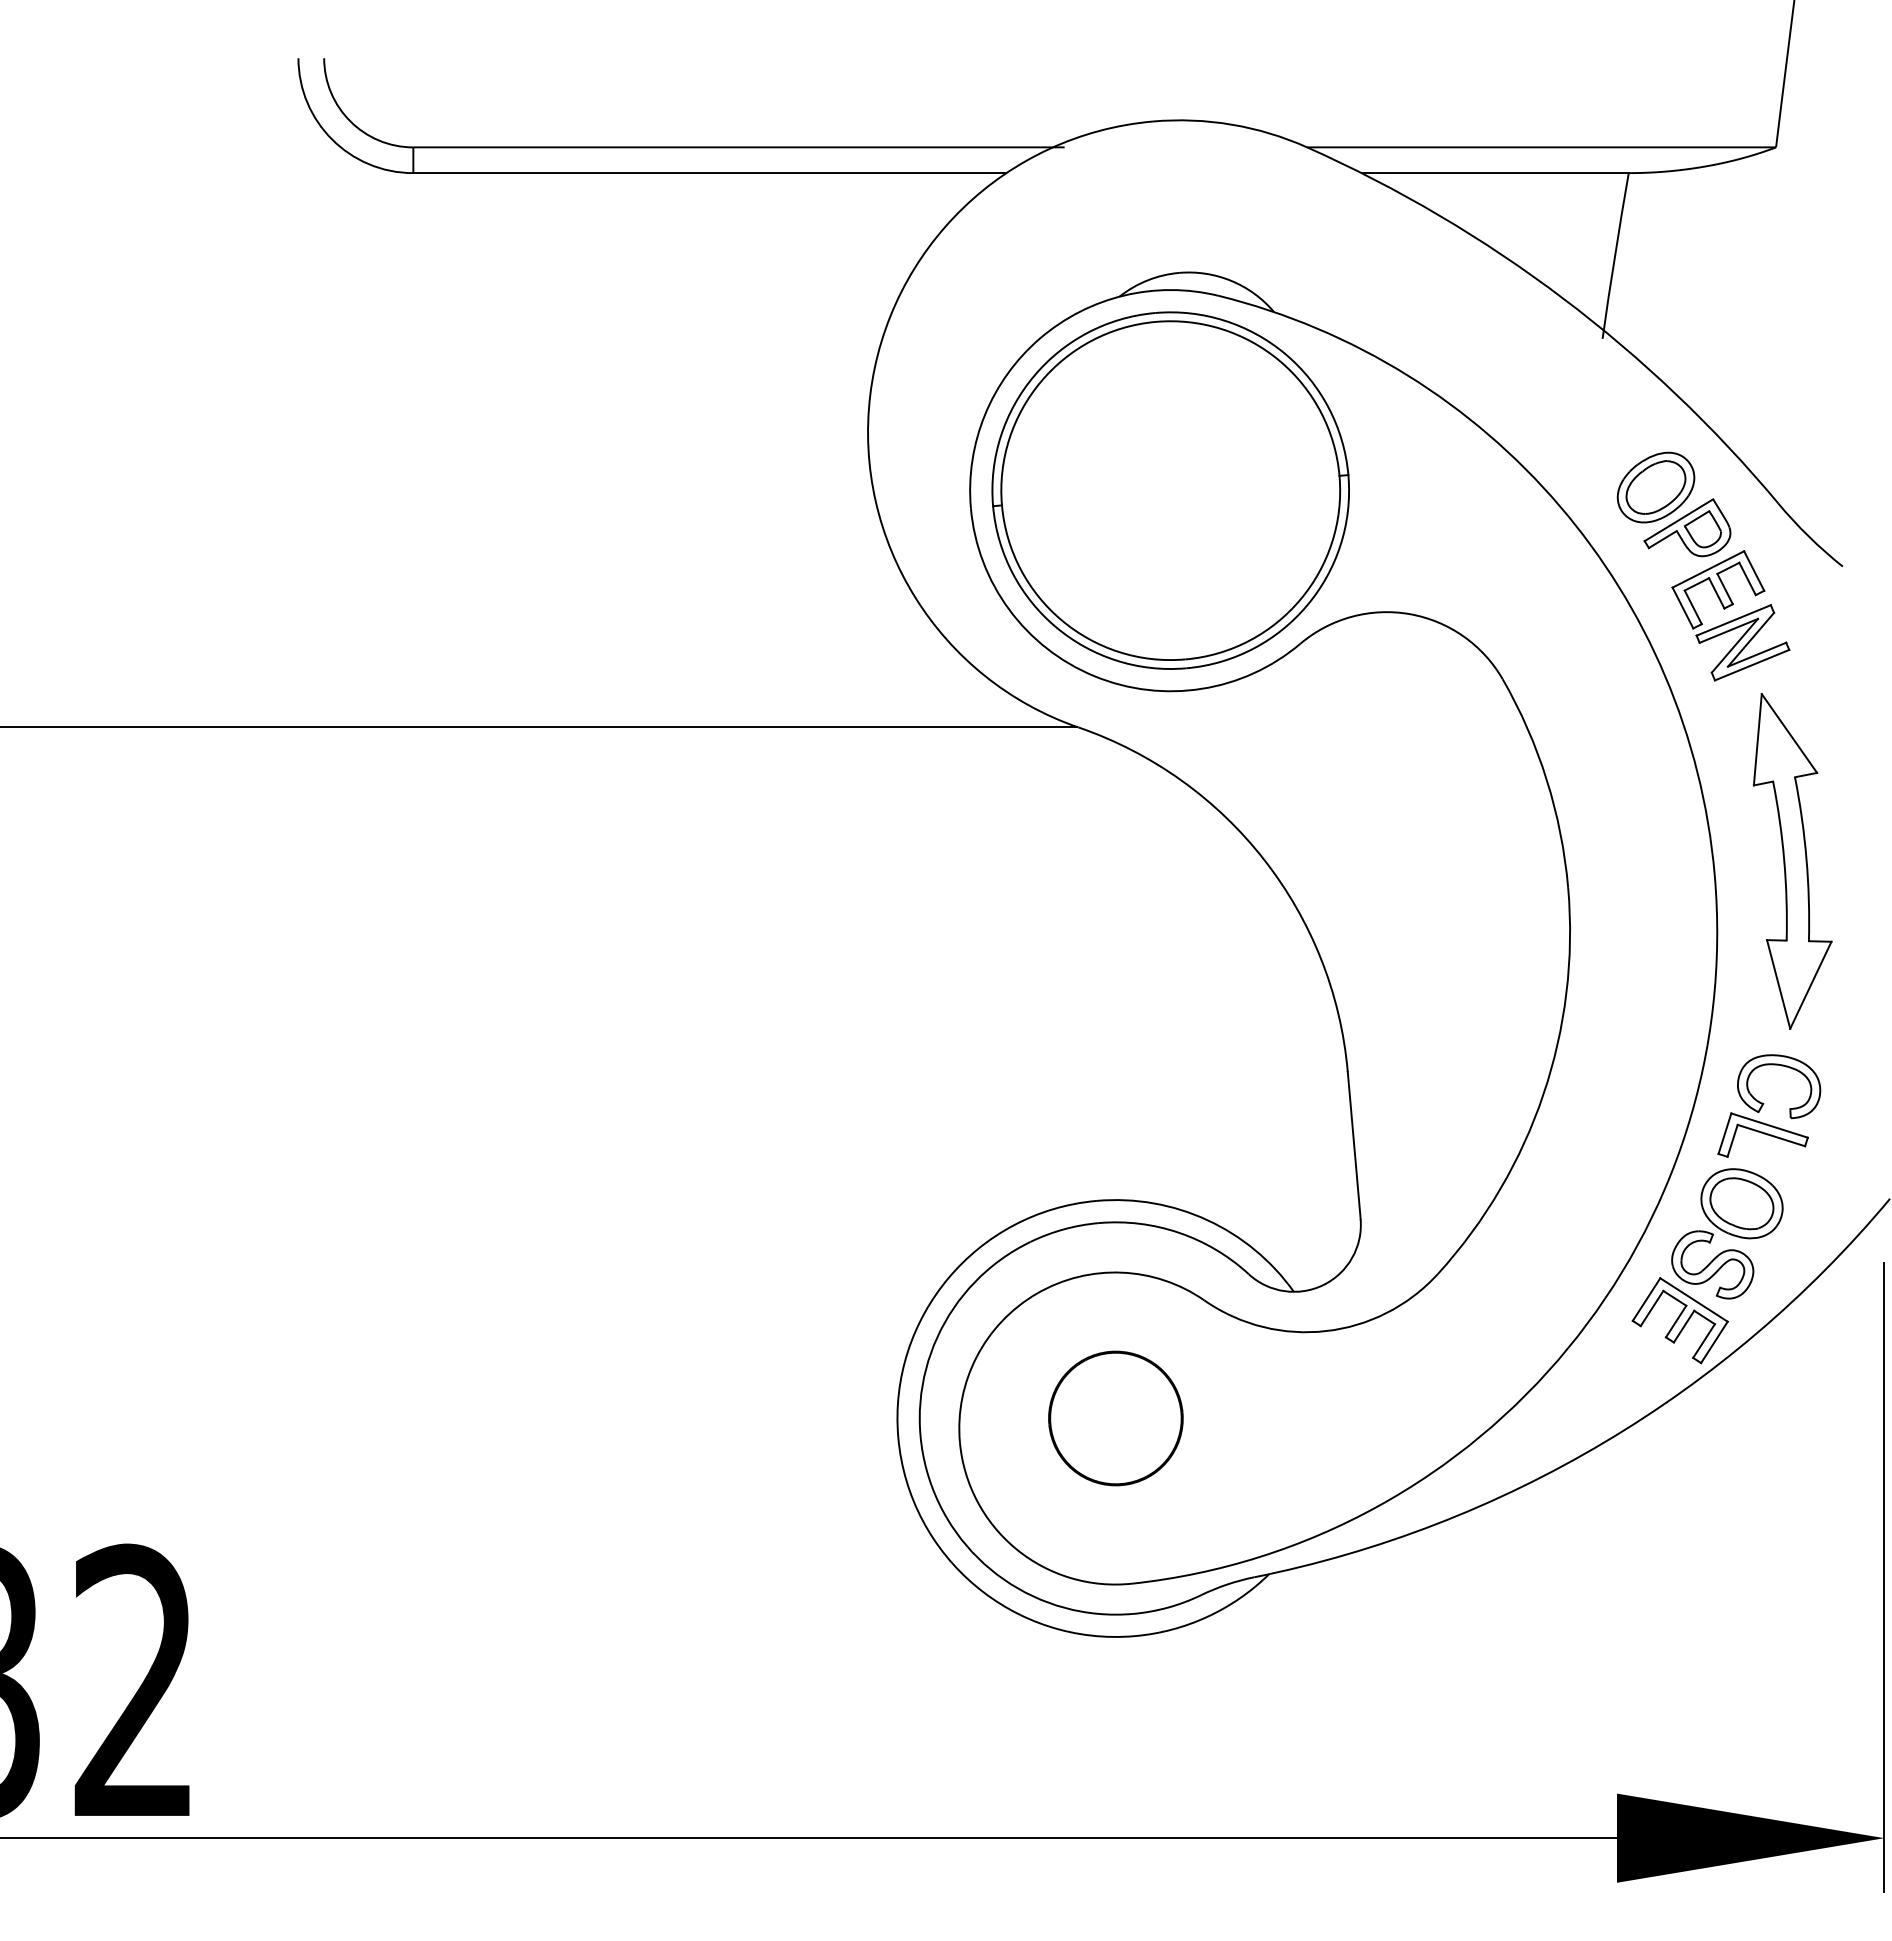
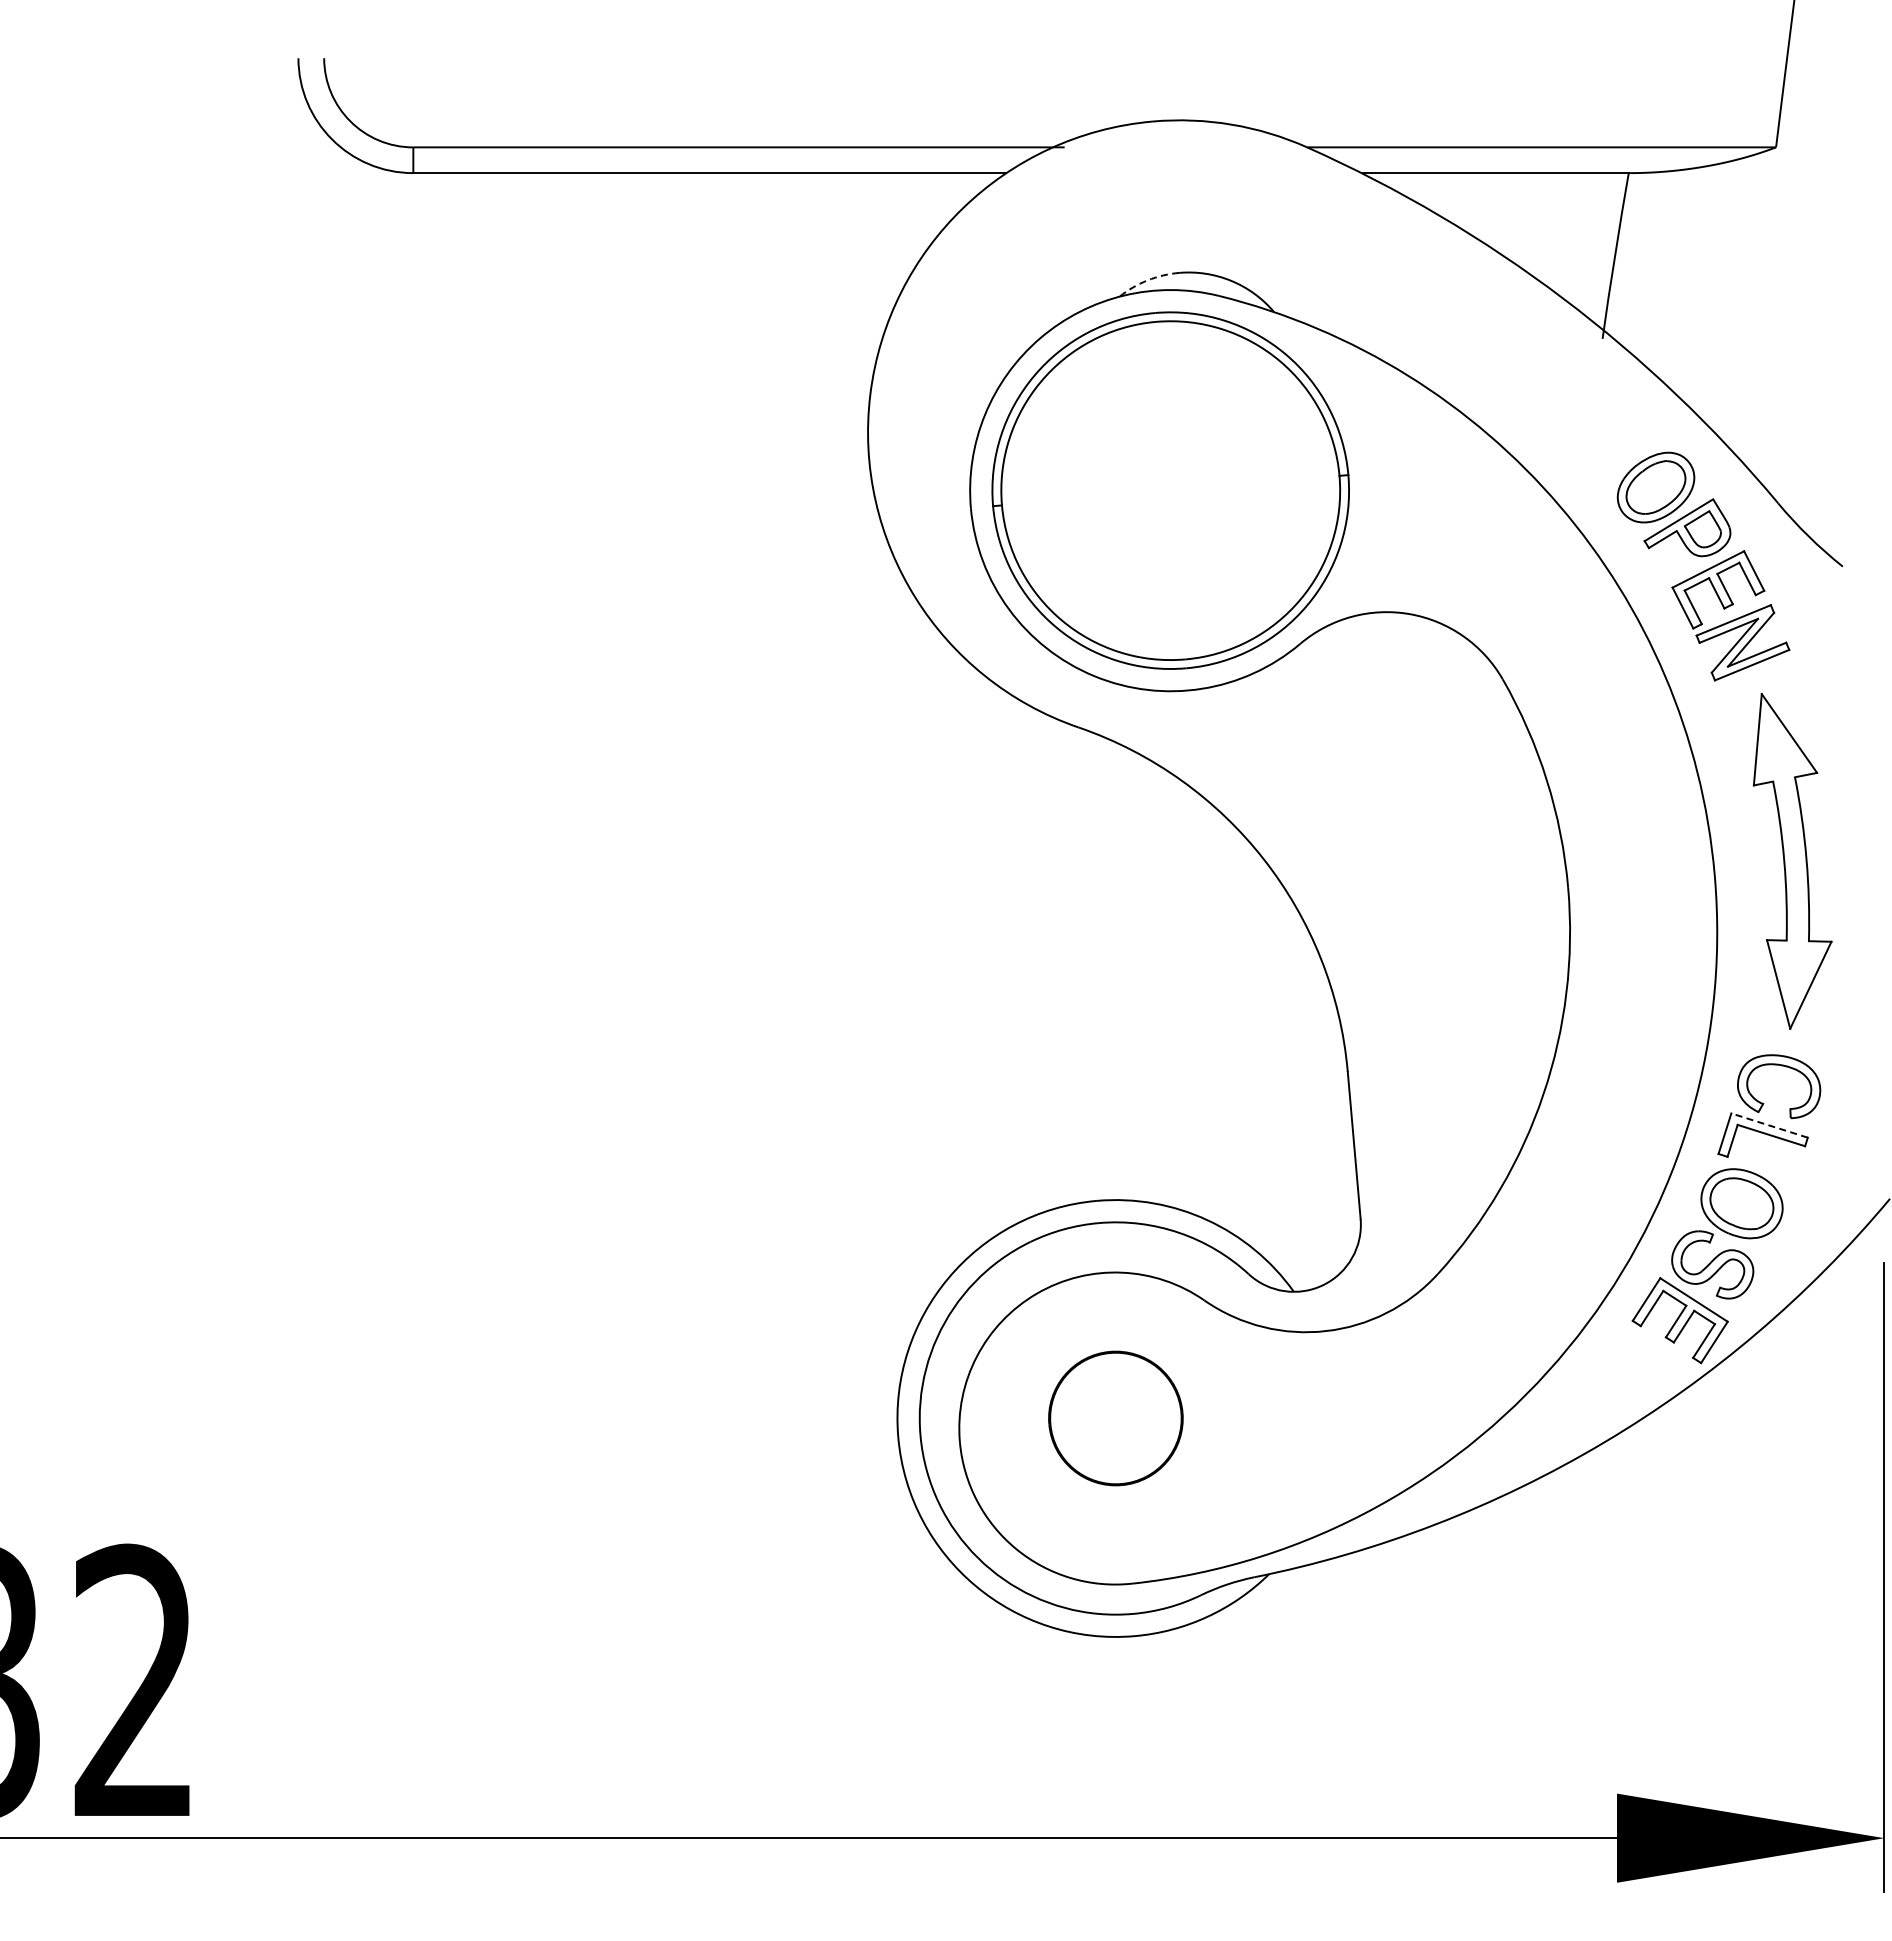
arc at (1147, 280): solid -> dashed
line at (539, 726): present -> none
line at (1769, 1125): solid -> dashed
